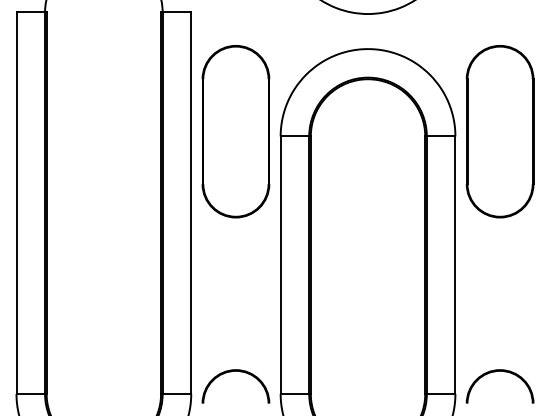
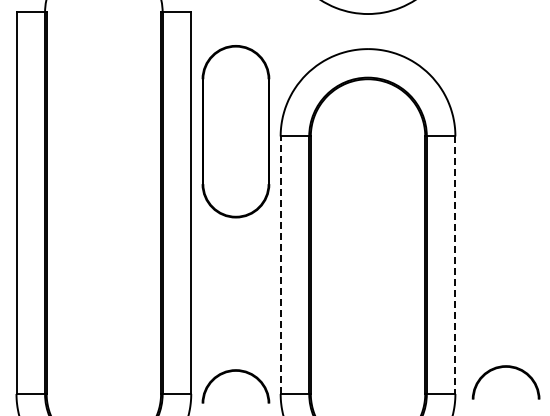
part at (499, 131): present -> none
line at (280, 265): solid -> dashed
line at (455, 265): solid -> dashed
part at (495, 372) position: (495, 372) -> (501, 368)
